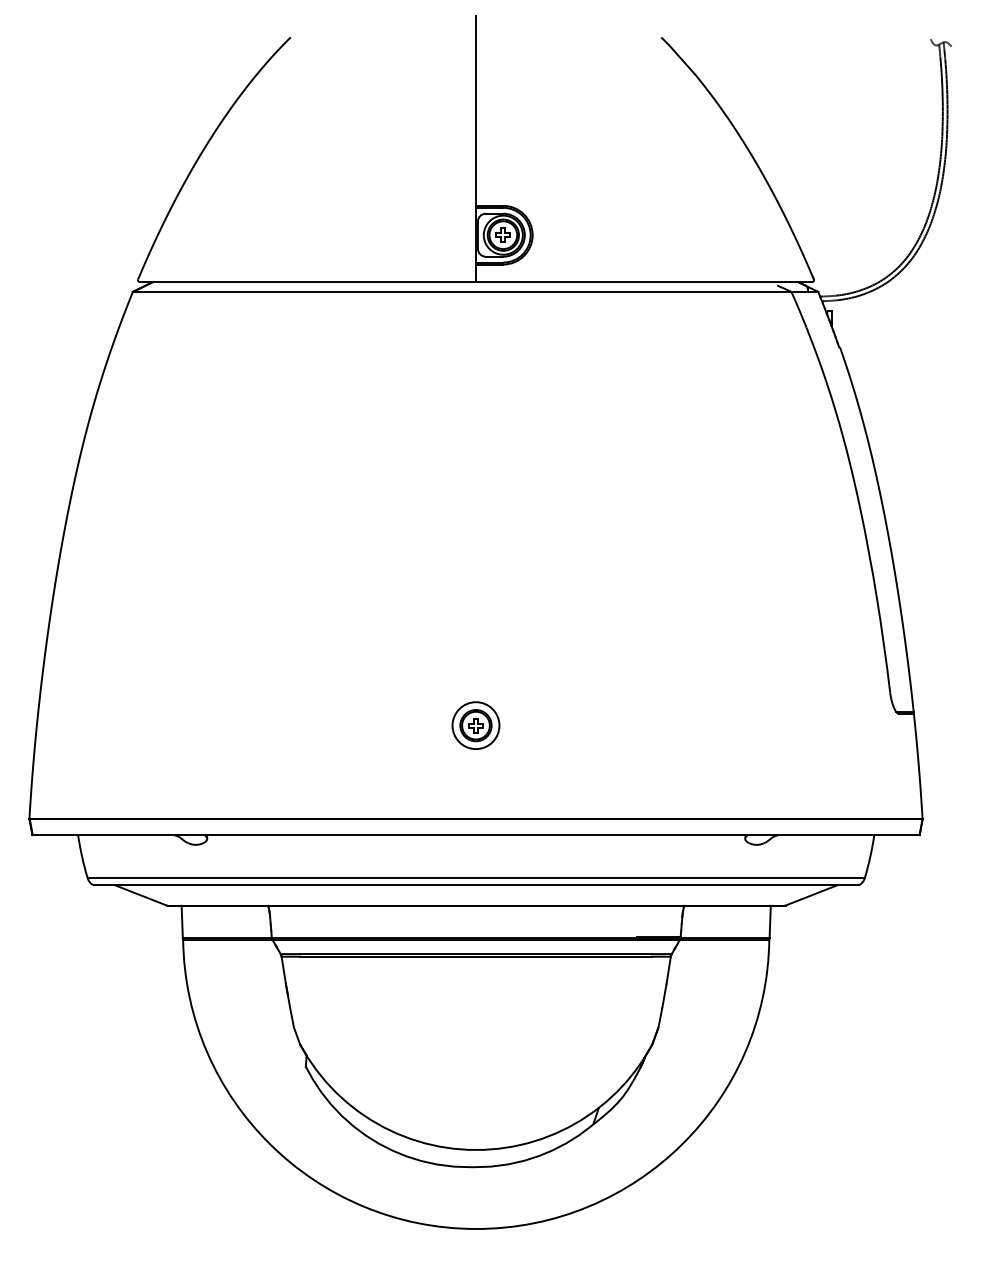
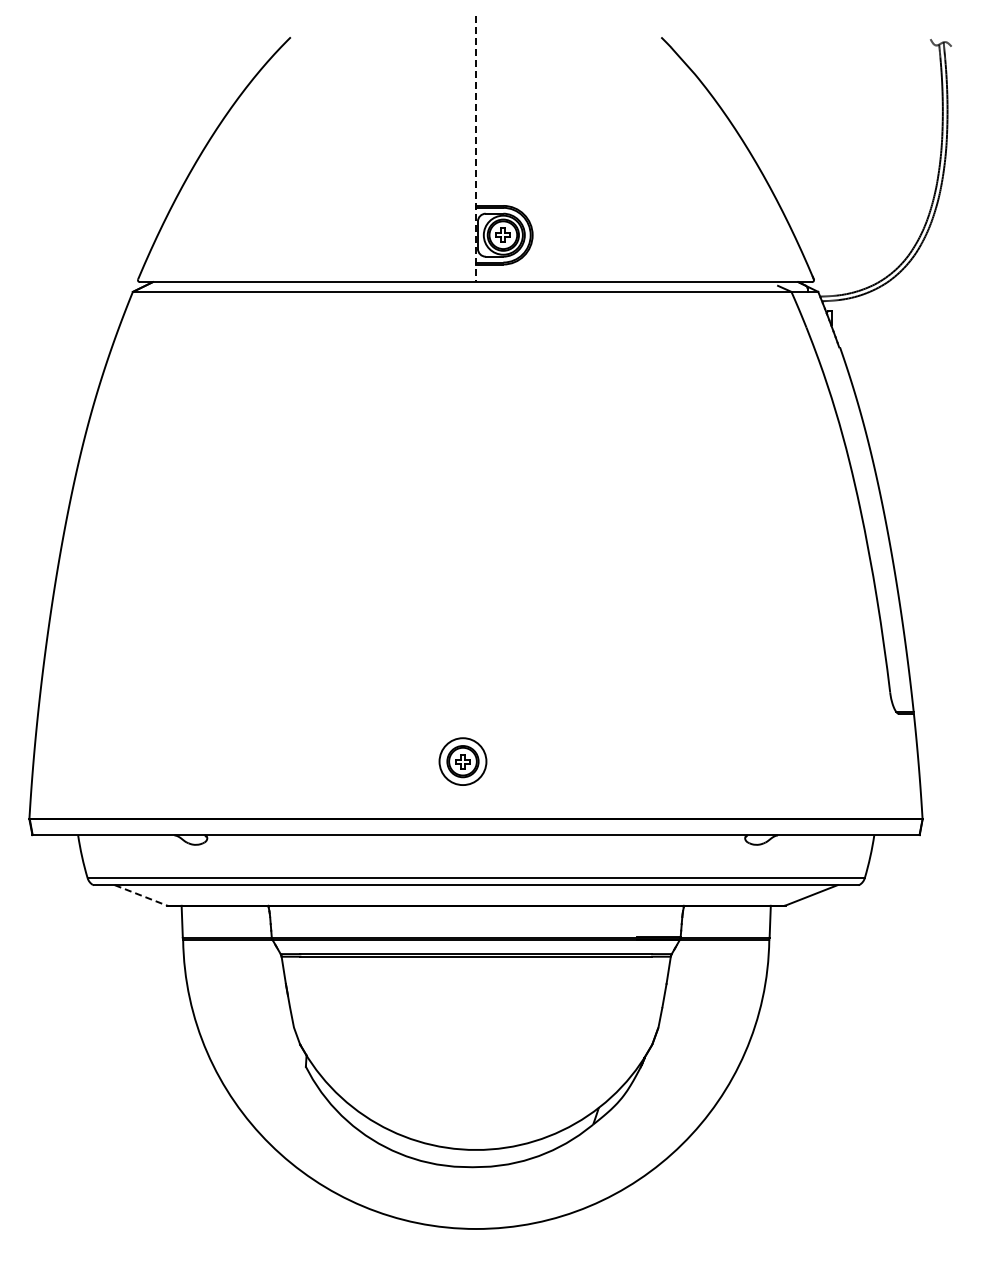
line at (476, 149): solid -> dashed
part at (475, 725) position: (475, 725) -> (462, 761)
line at (140, 895): solid -> dashed
